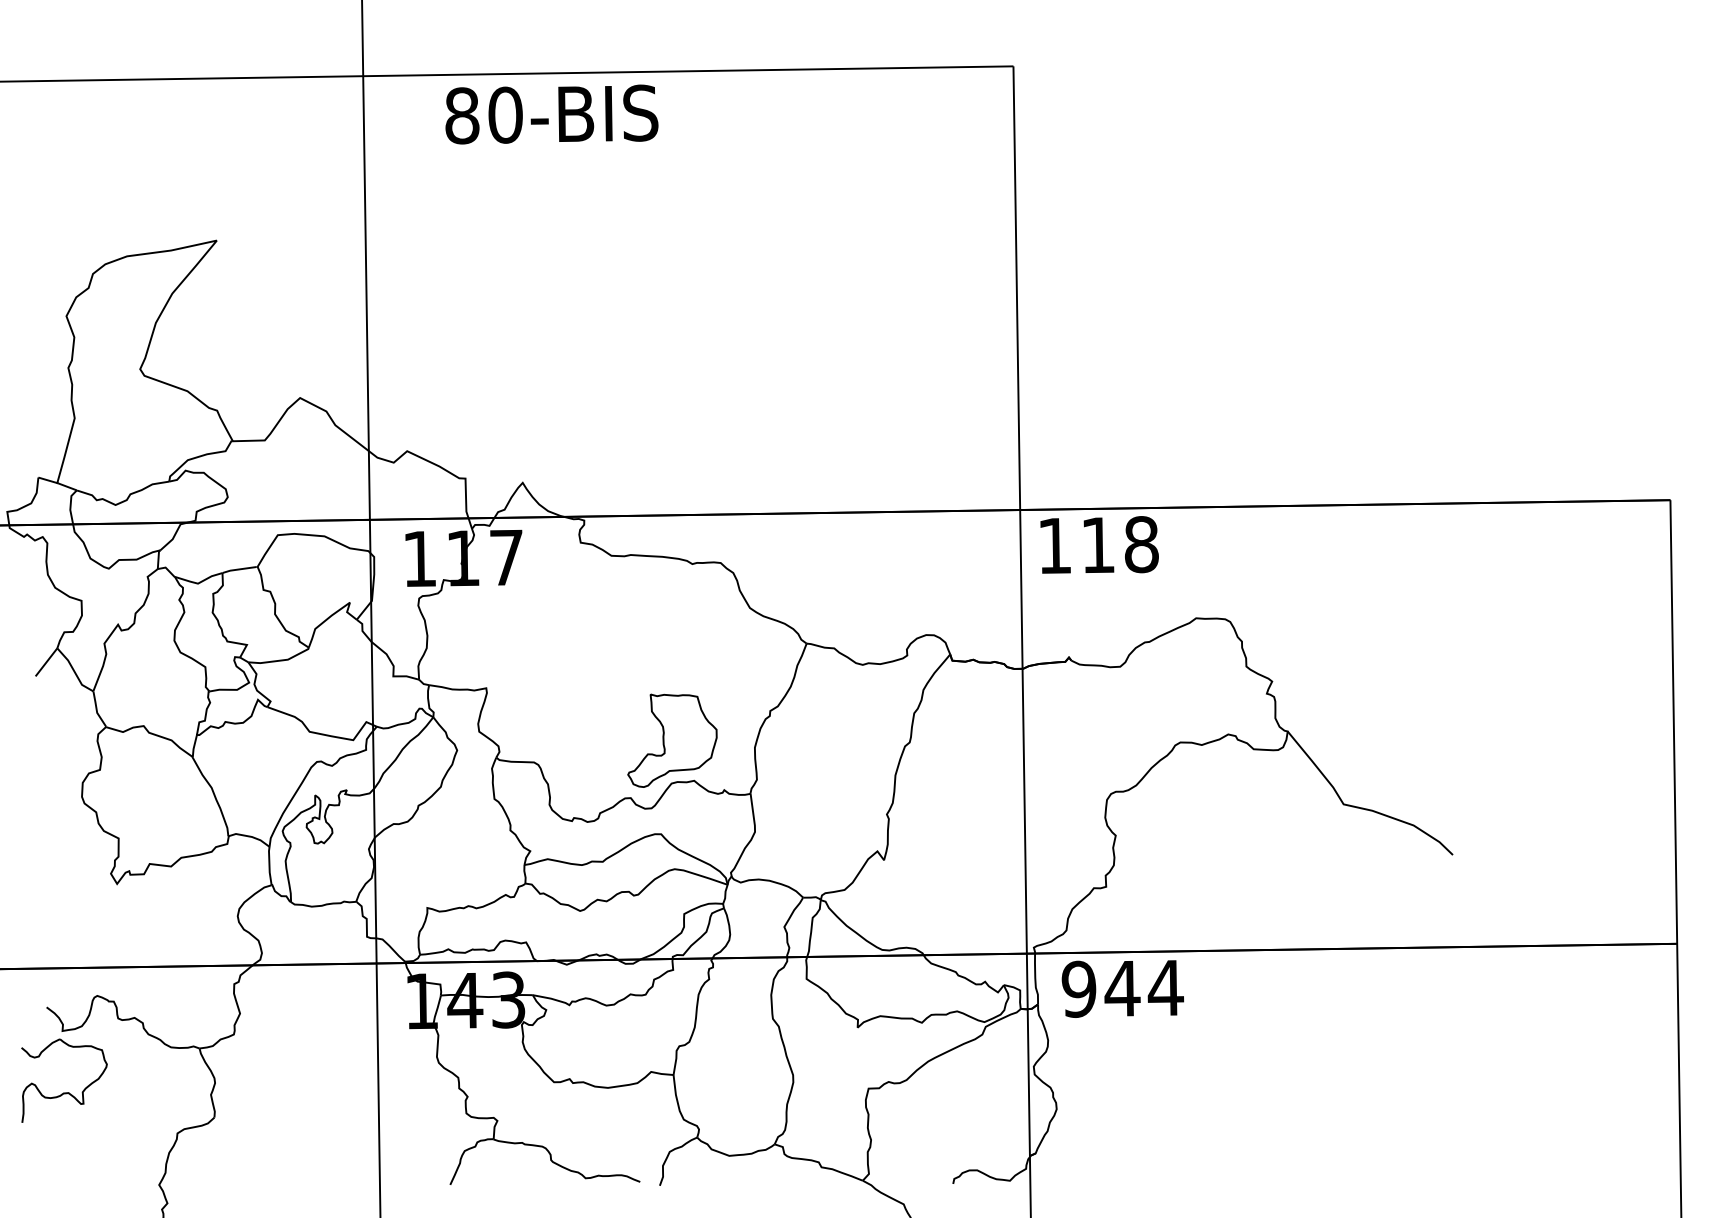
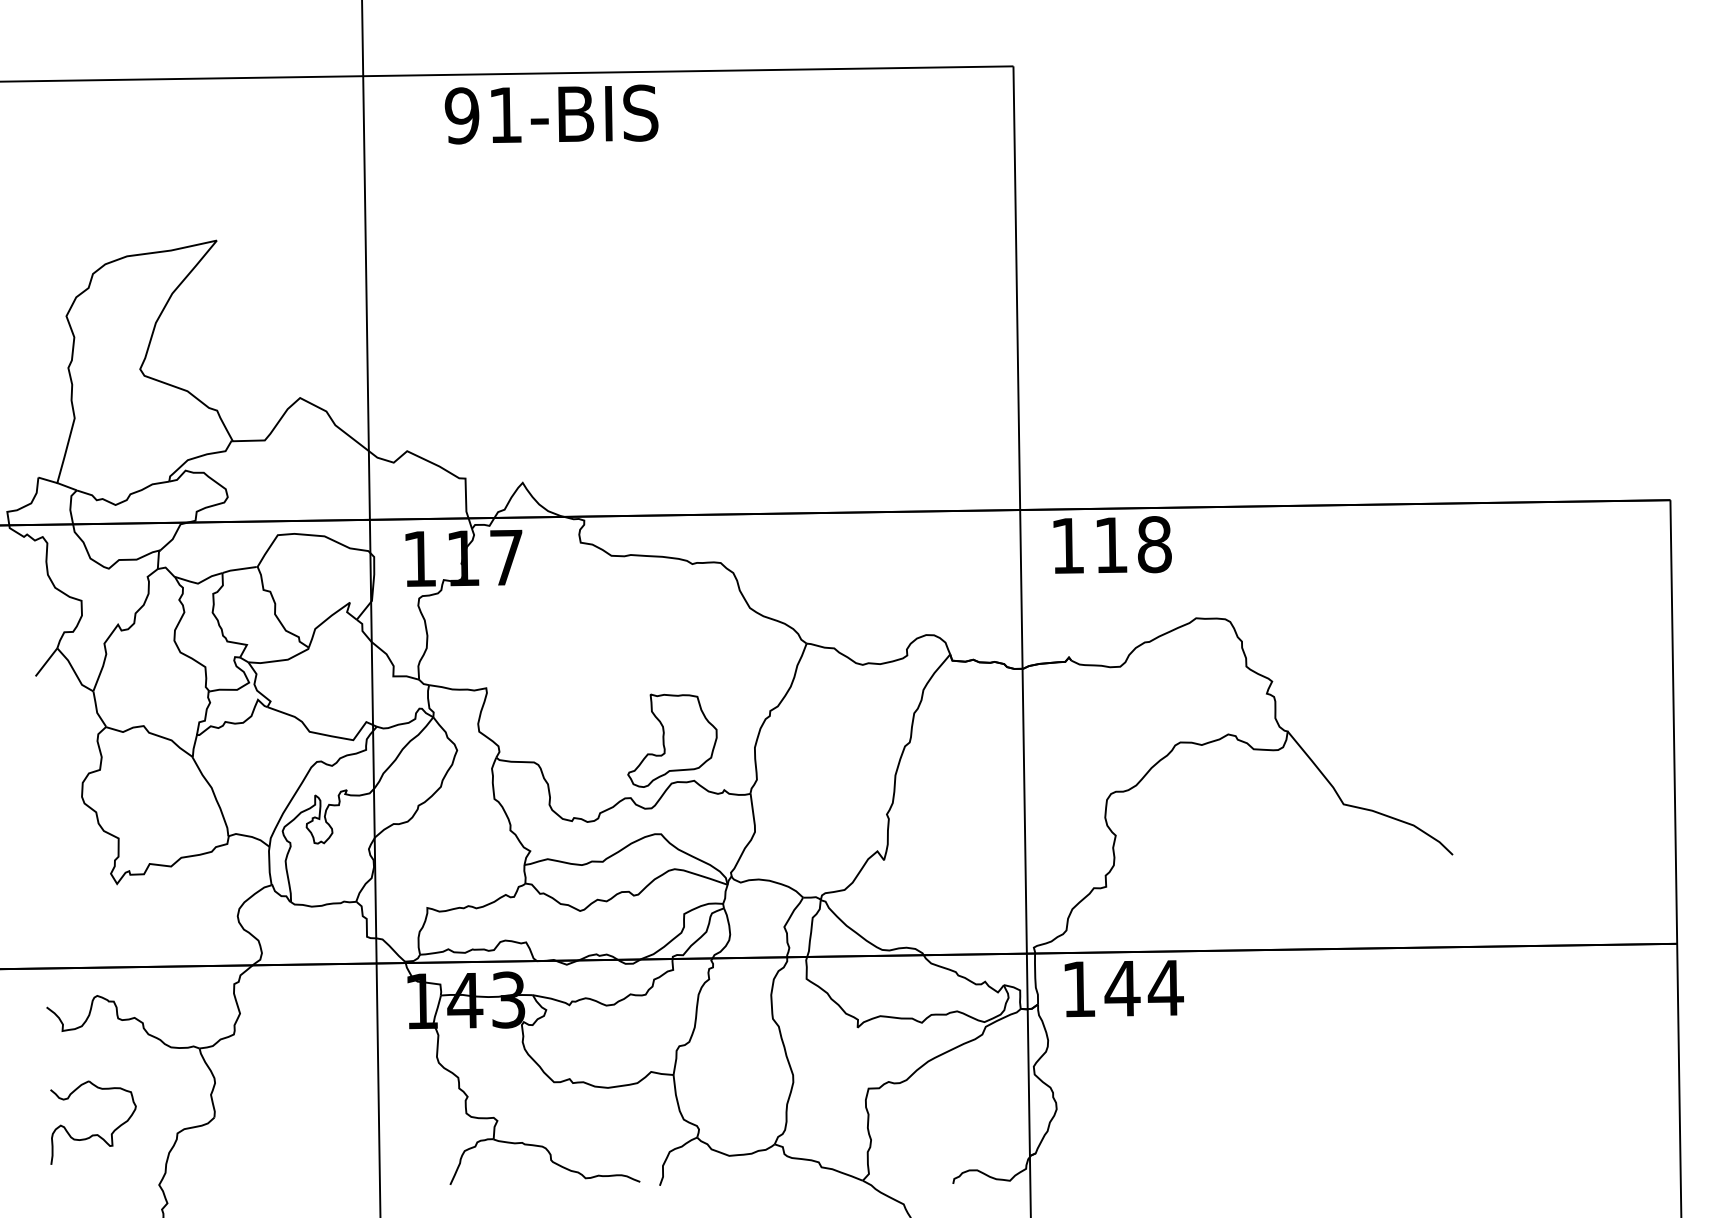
text at (483, 115): 80-BIS -> 91-BIS
text at (1099, 544) position: (1099, 544) -> (1112, 544)
text at (1078, 988): 944 -> 144
part at (64, 1092) position: (64, 1092) -> (93, 1134)
